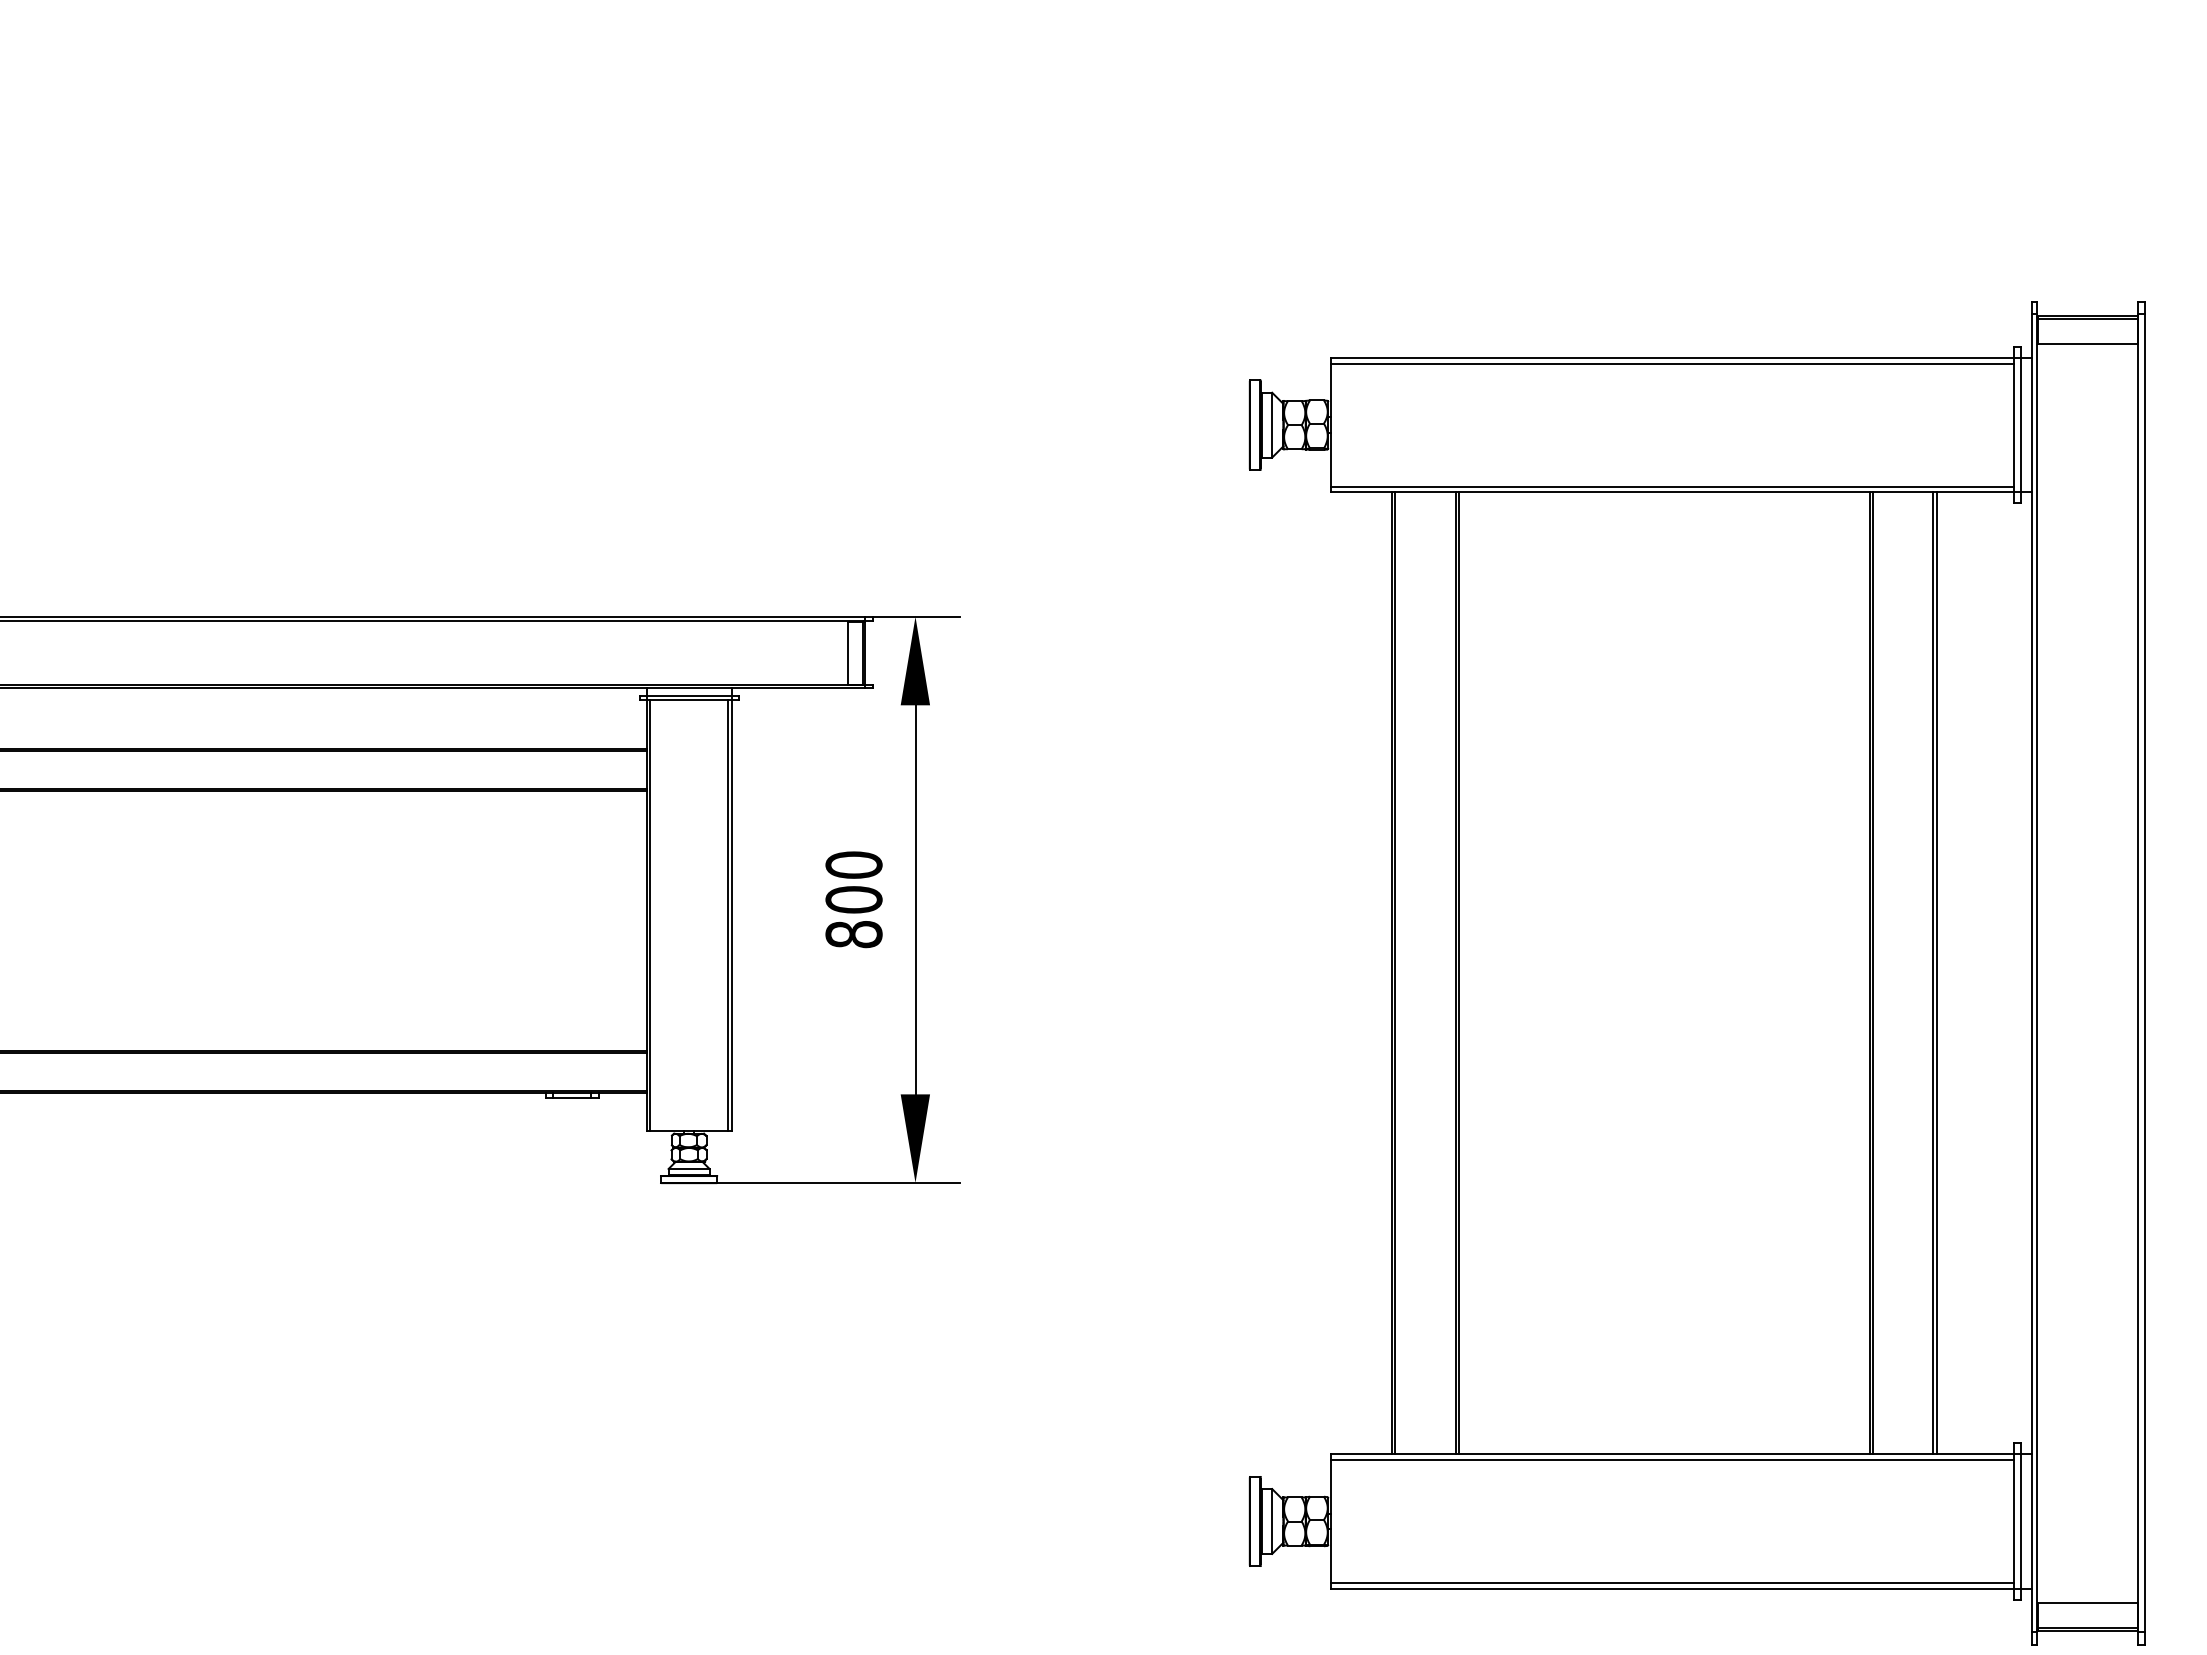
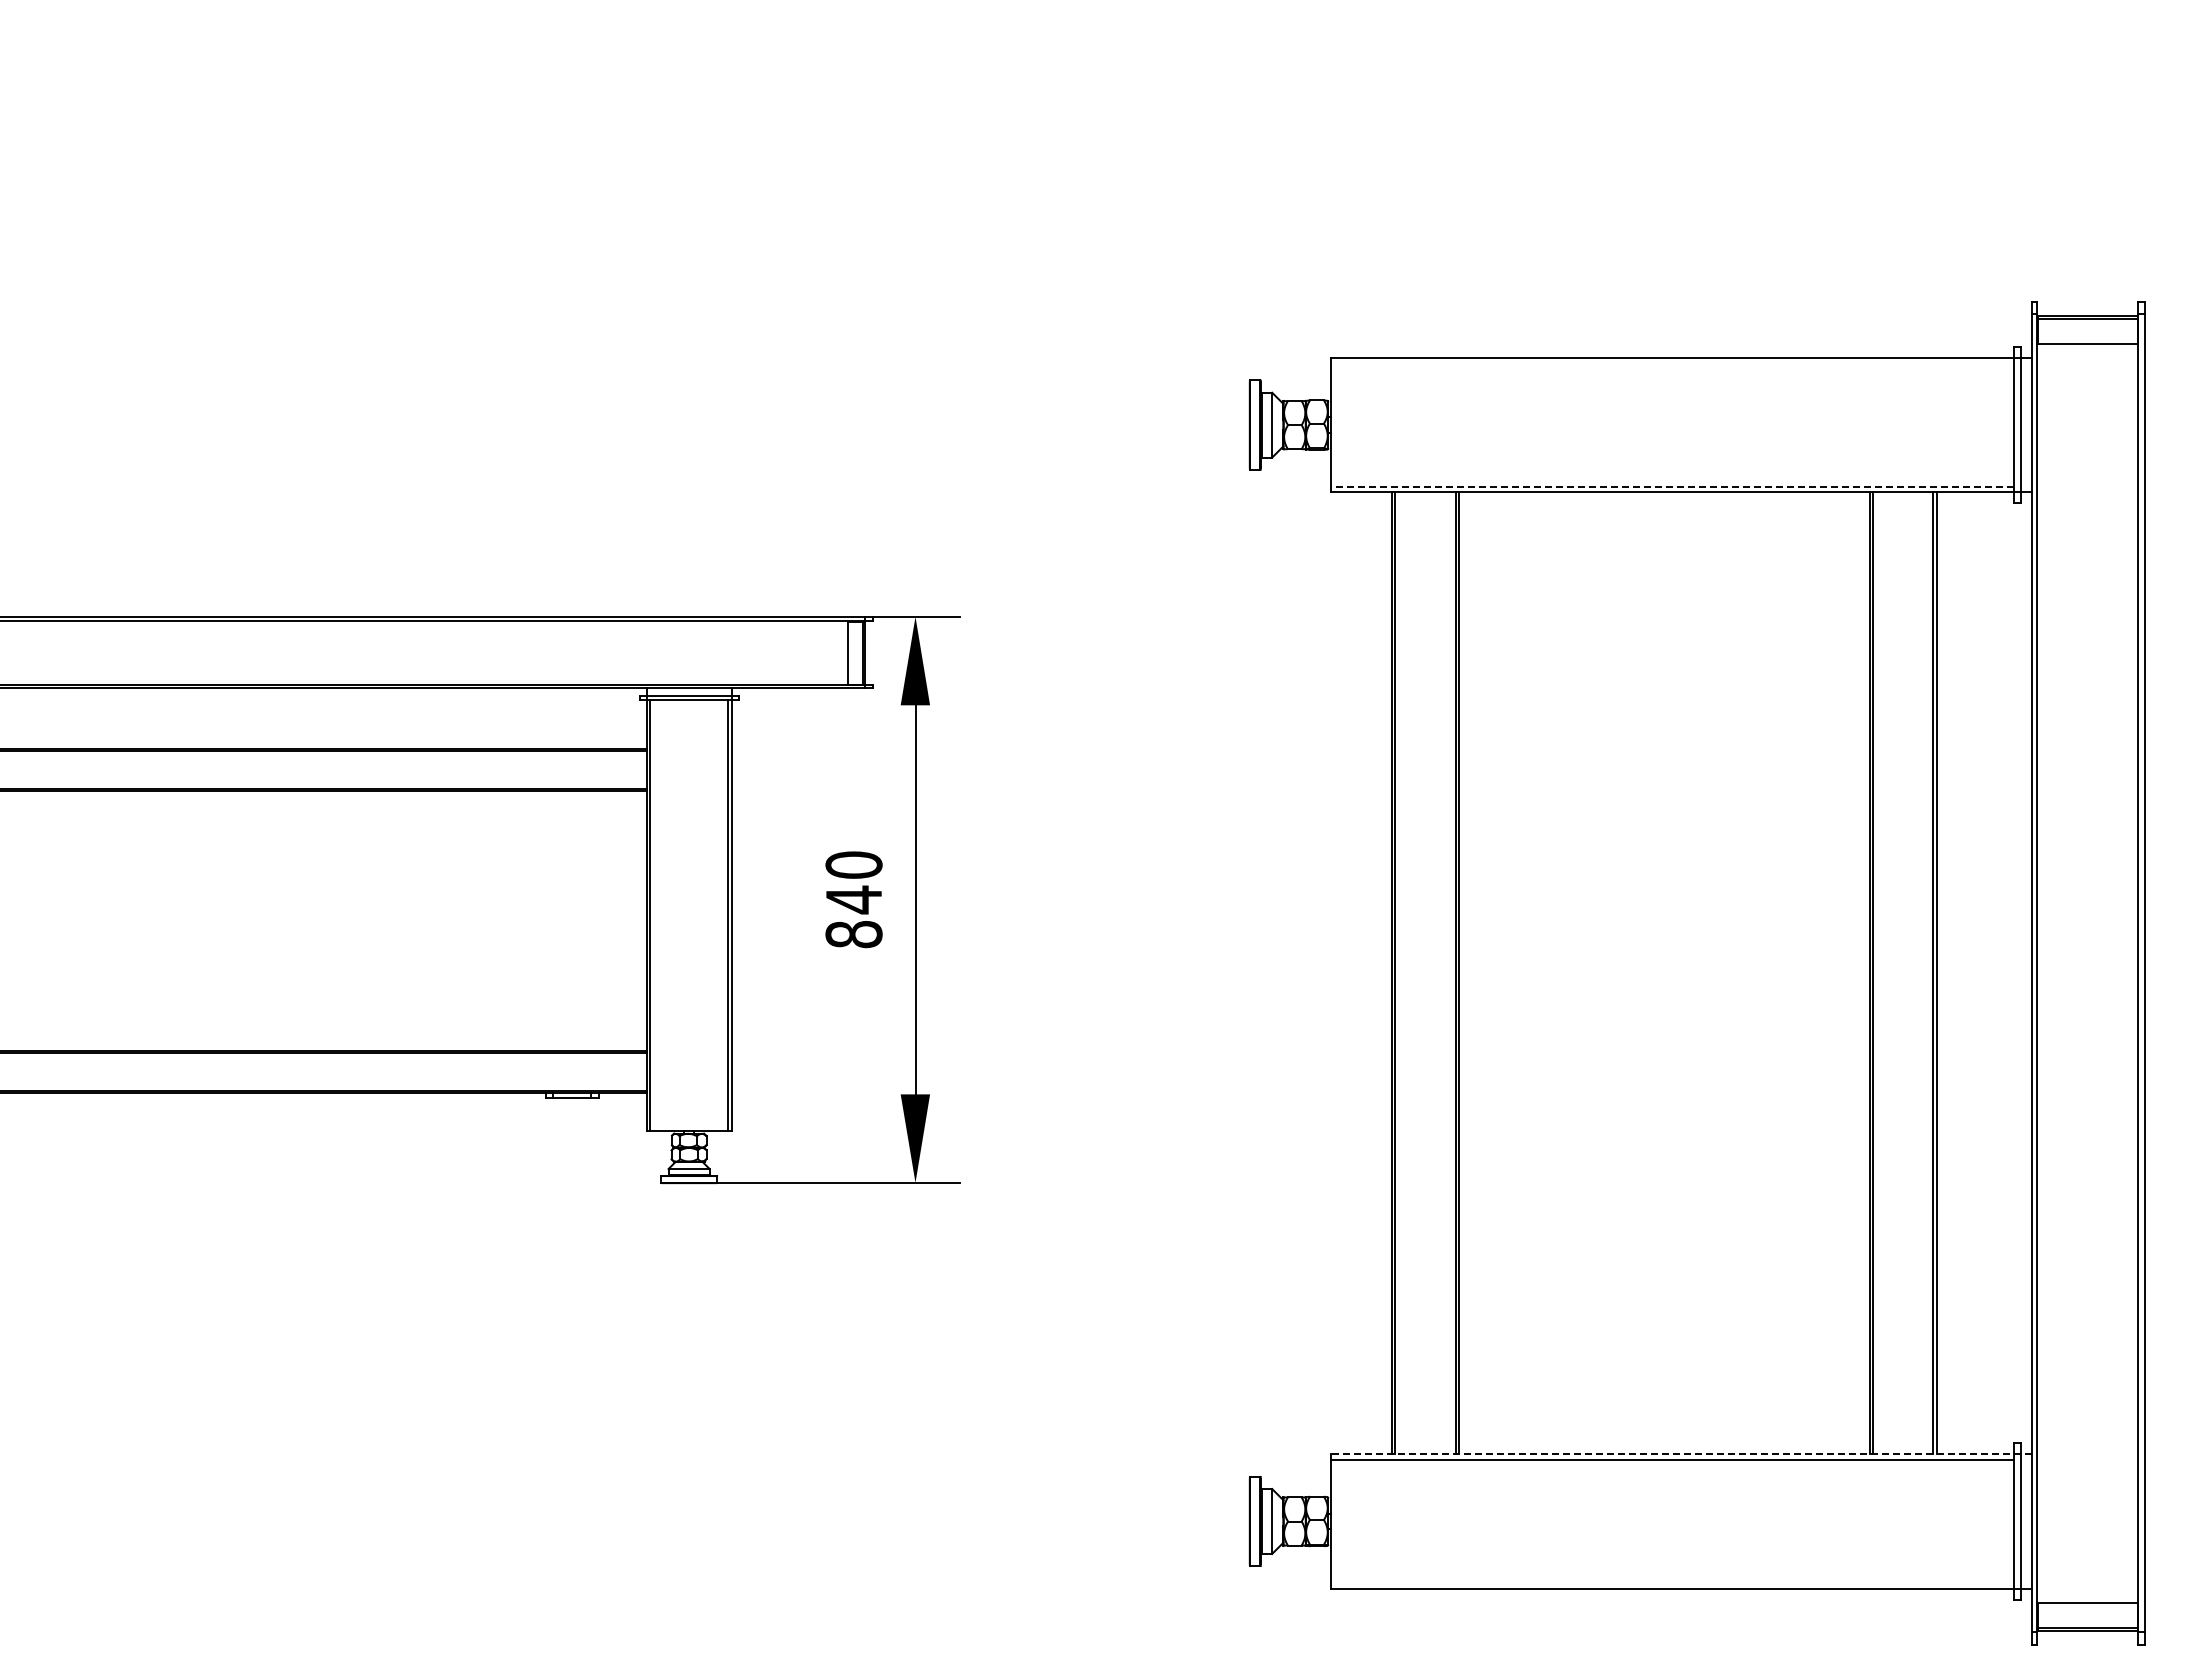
line at (1672, 363): present -> none
line at (1672, 486): solid -> dashed
text at (853, 899): 800 -> 840
line at (1681, 1454): solid -> dashed
line at (1672, 1583): present -> none
